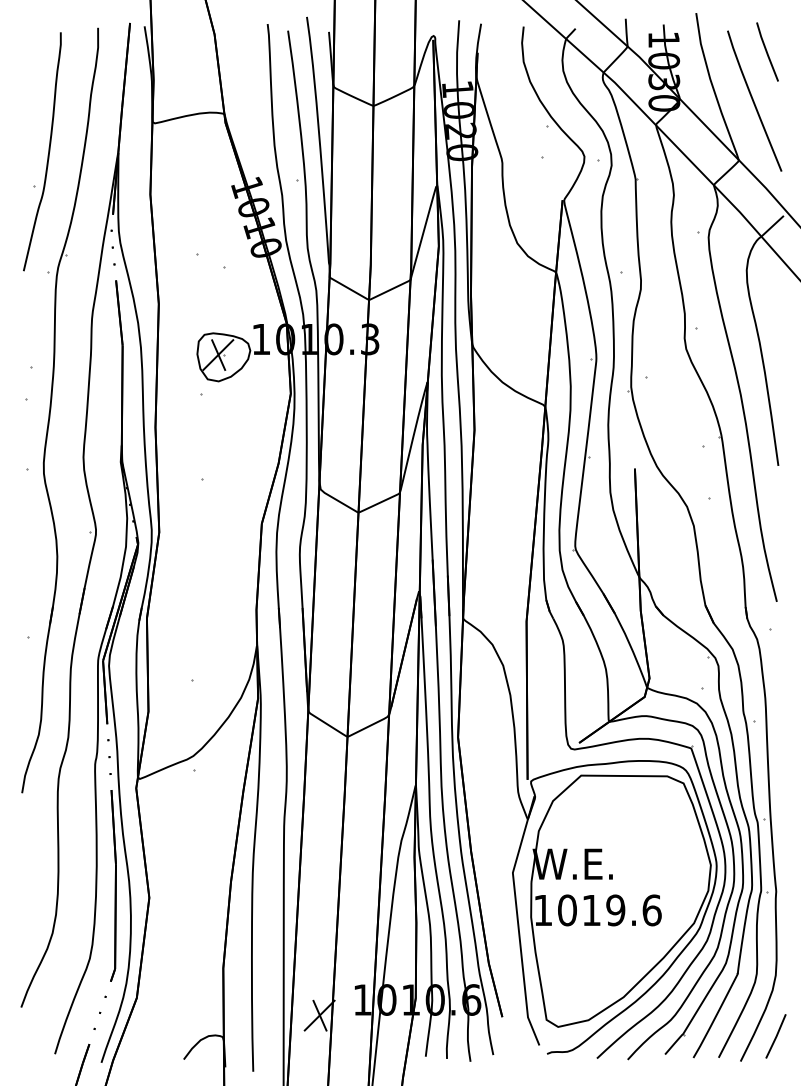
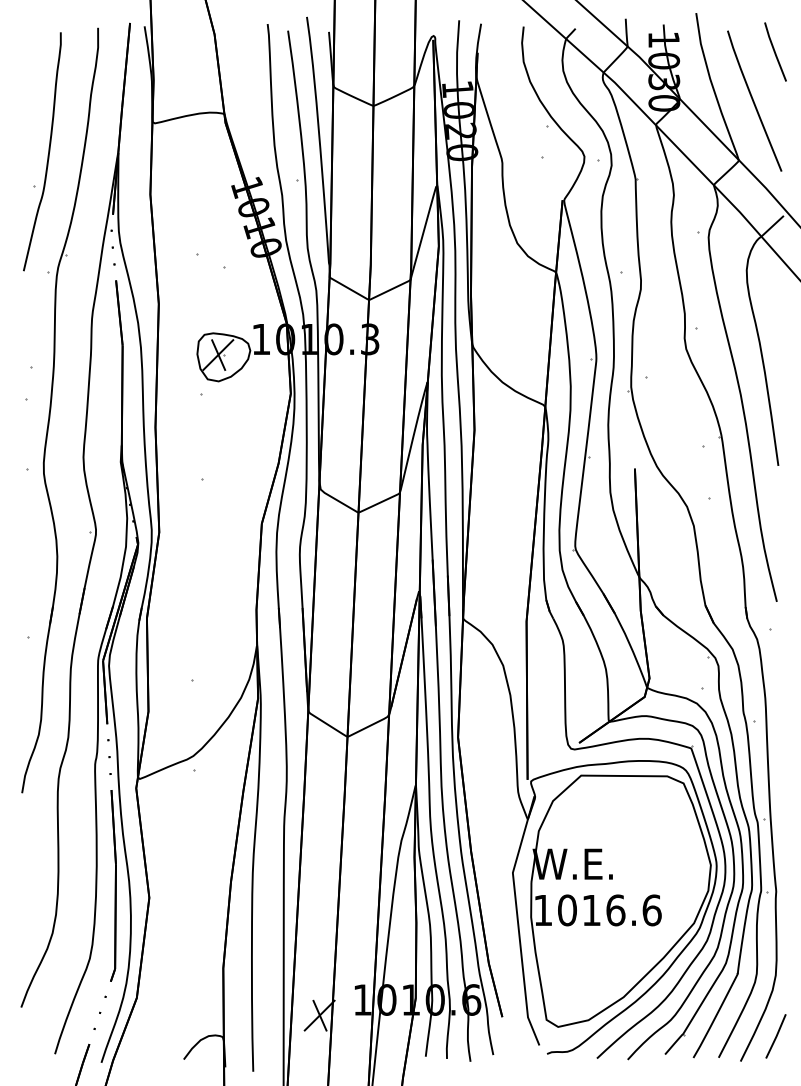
line at (767, 51) position: (767, 51) -> (775, 51)
text at (615, 910): 1019.6 -> 1016.6
